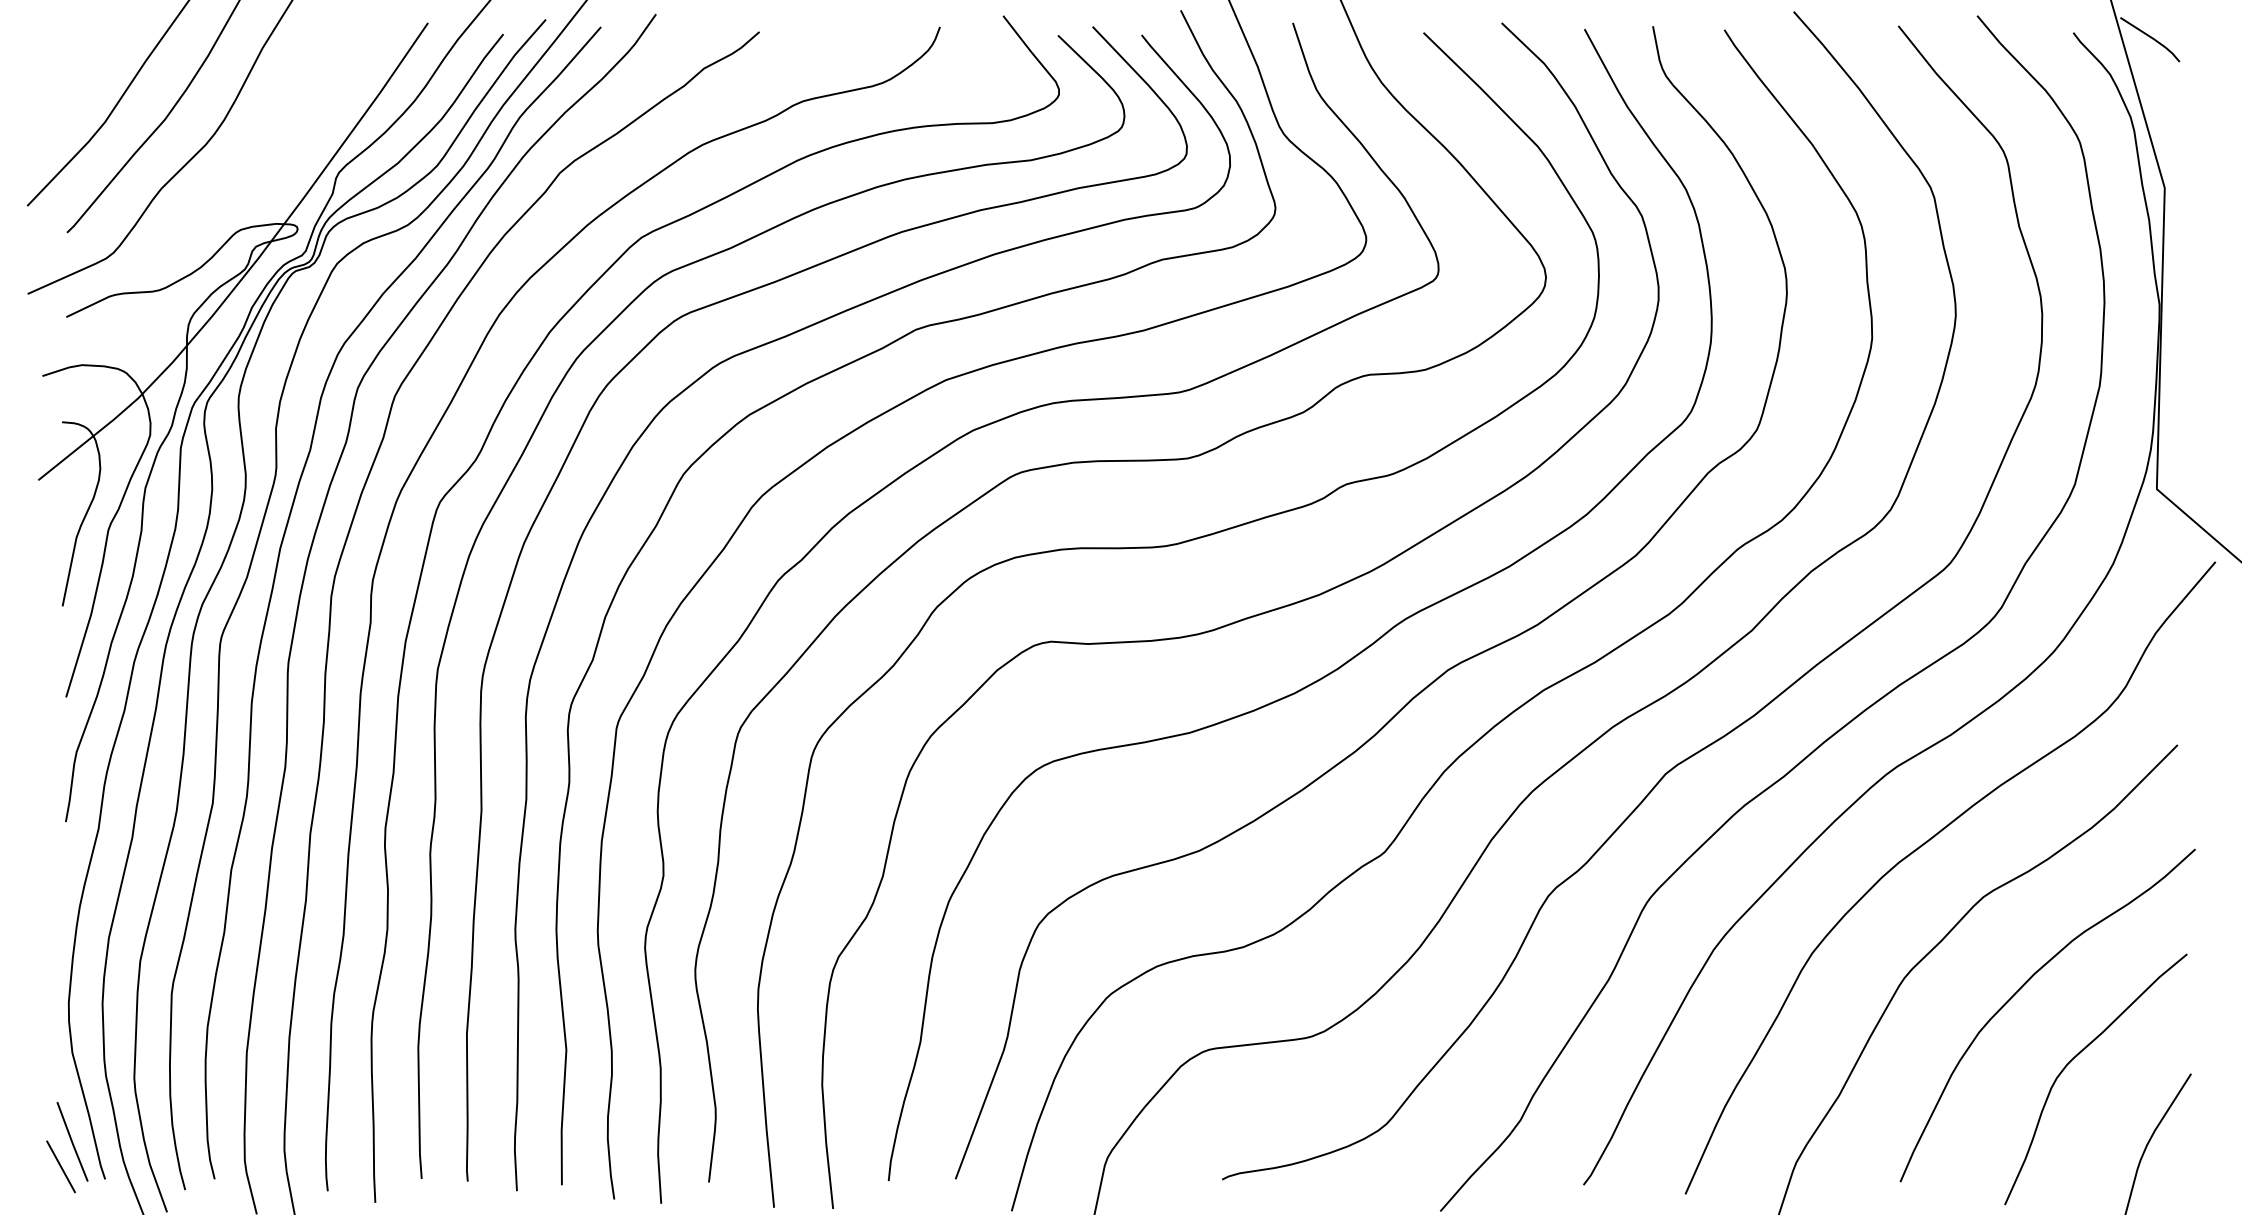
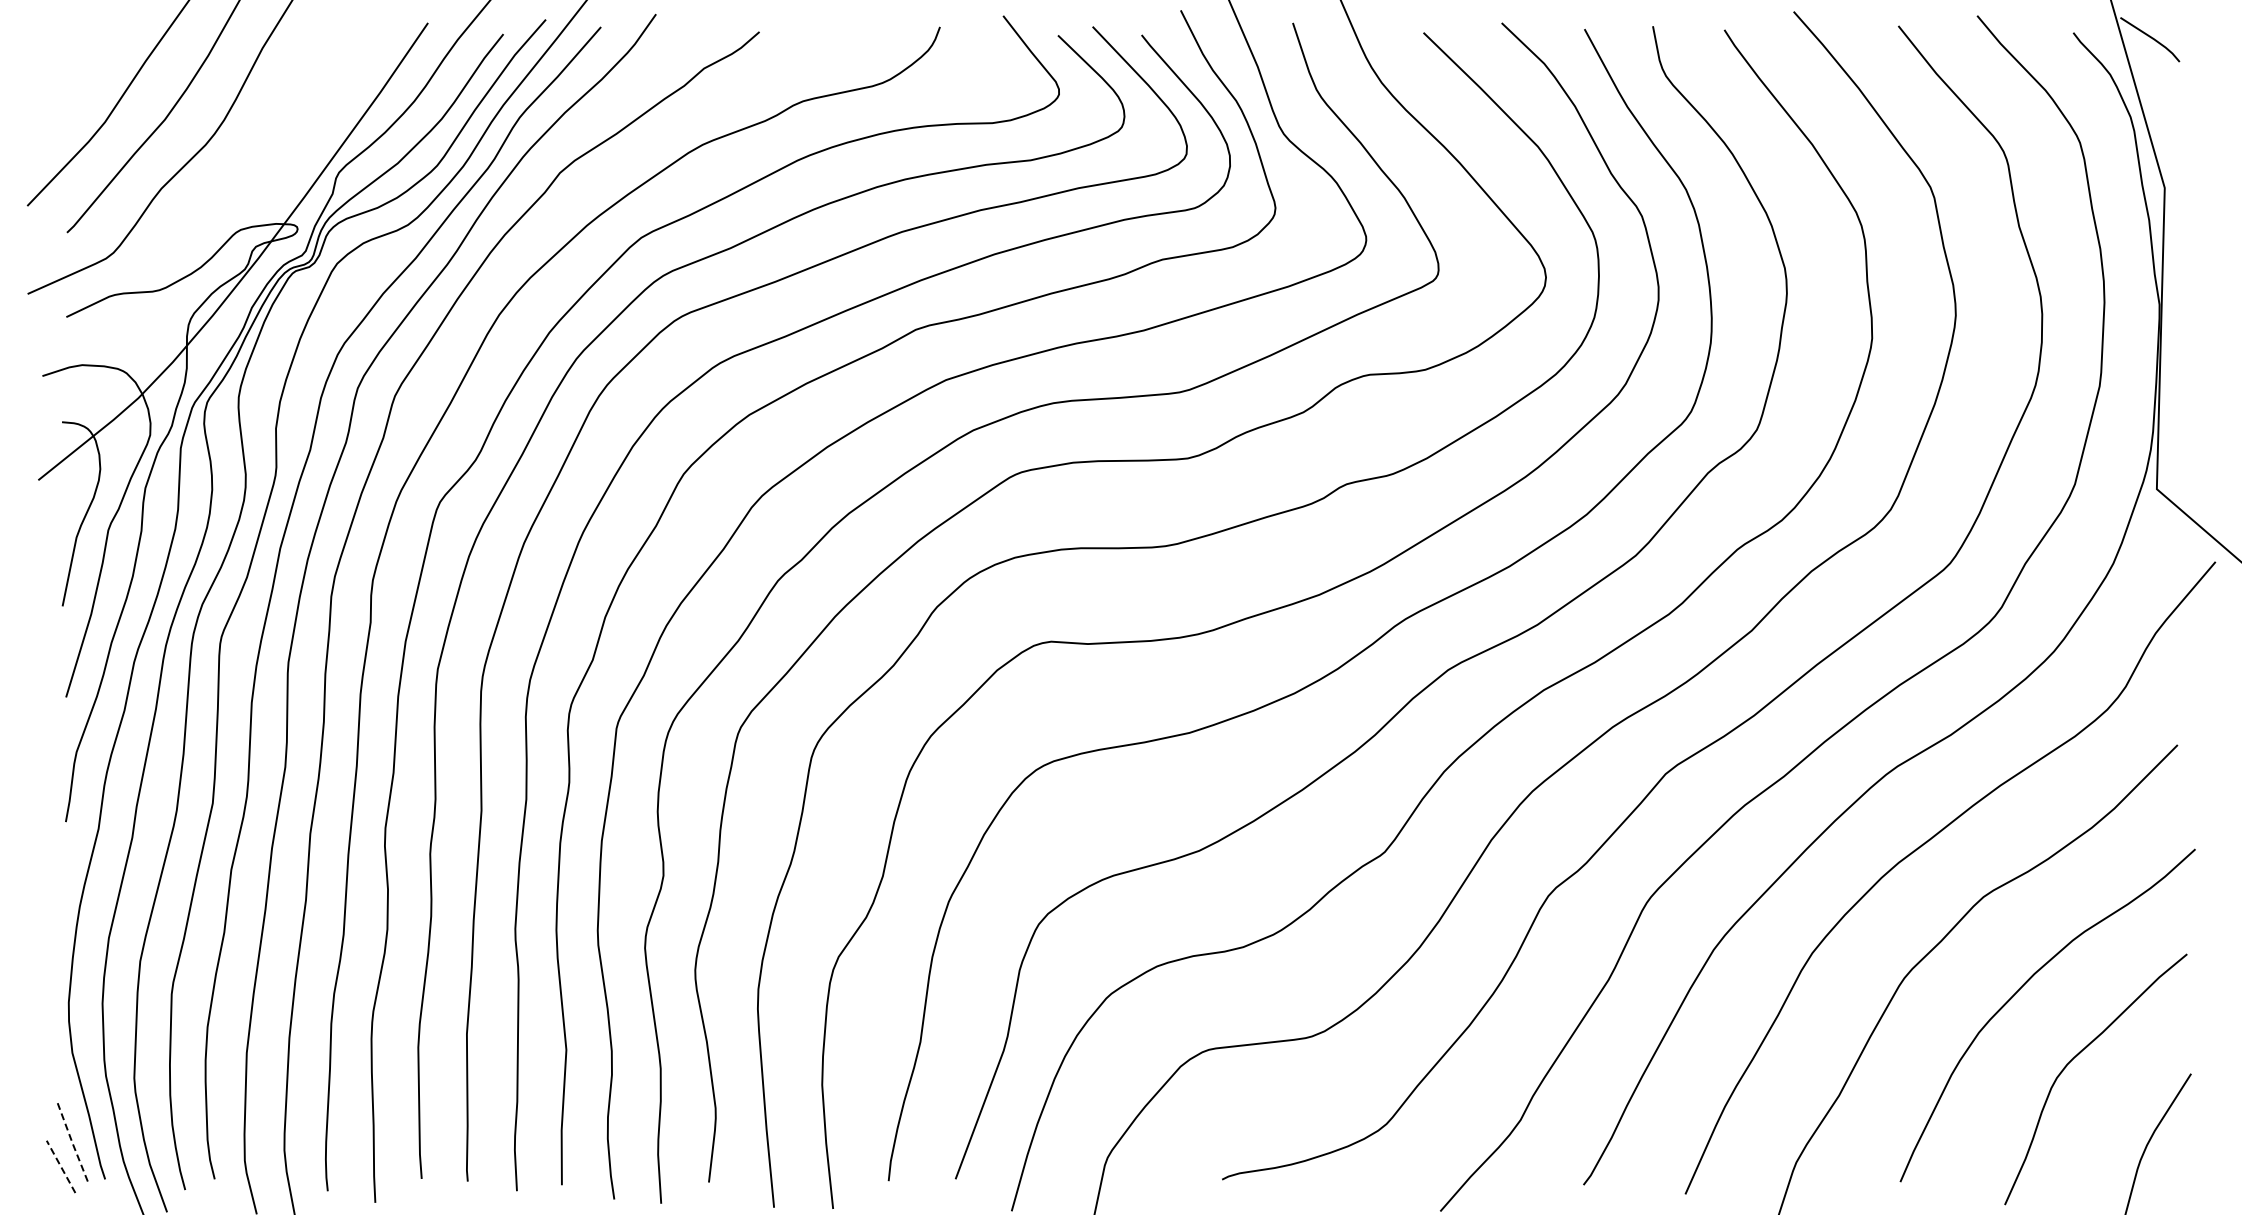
line at (72, 1142): solid -> dashed
line at (61, 1166): solid -> dashed
